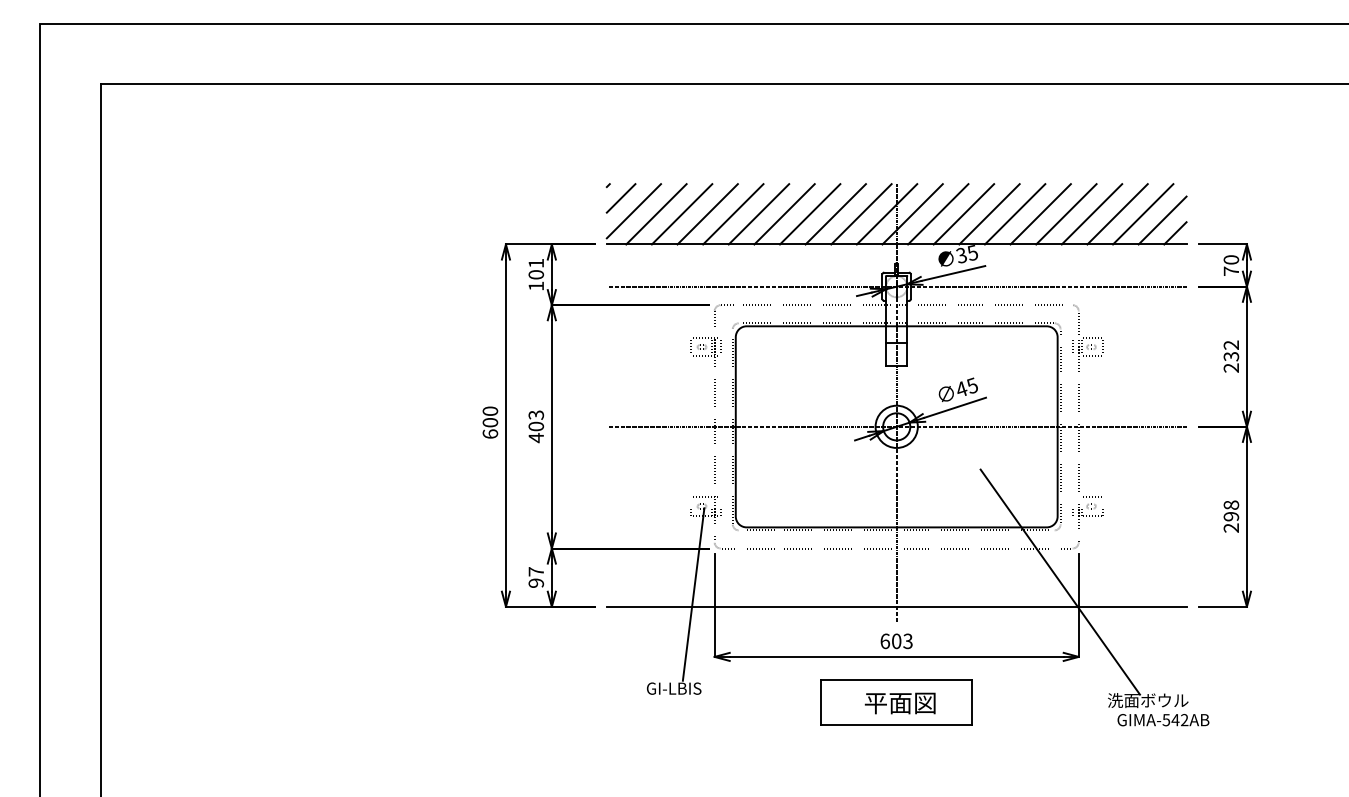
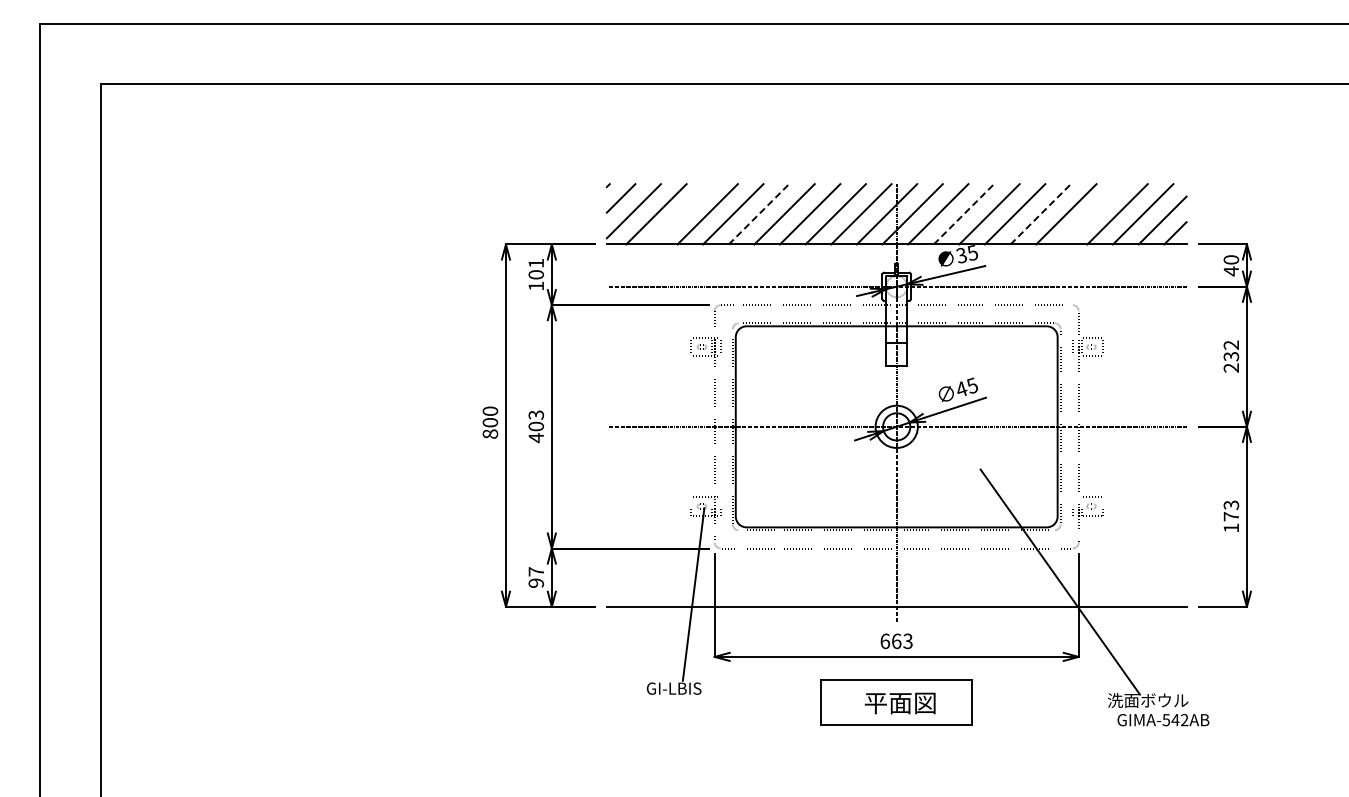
line at (681, 214): present -> none
line at (758, 214): solid -> dashed
line at (963, 214): solid -> dashed
line at (1040, 214): solid -> dashed
line at (1091, 214): present -> none
text at (1230, 271): 70 -> 40
text at (489, 433): 600 -> 800
text at (1231, 516): 298 -> 173
text at (896, 640): 603 -> 663
